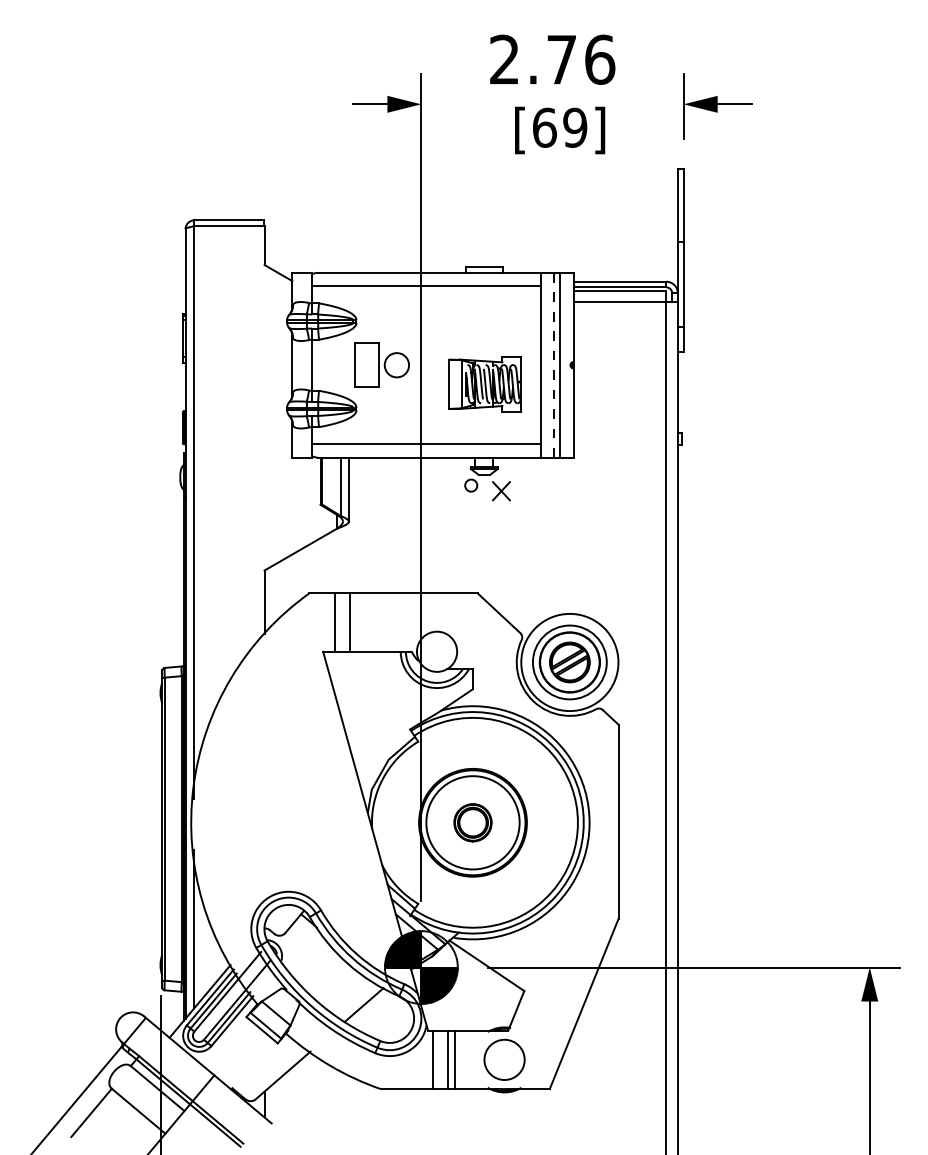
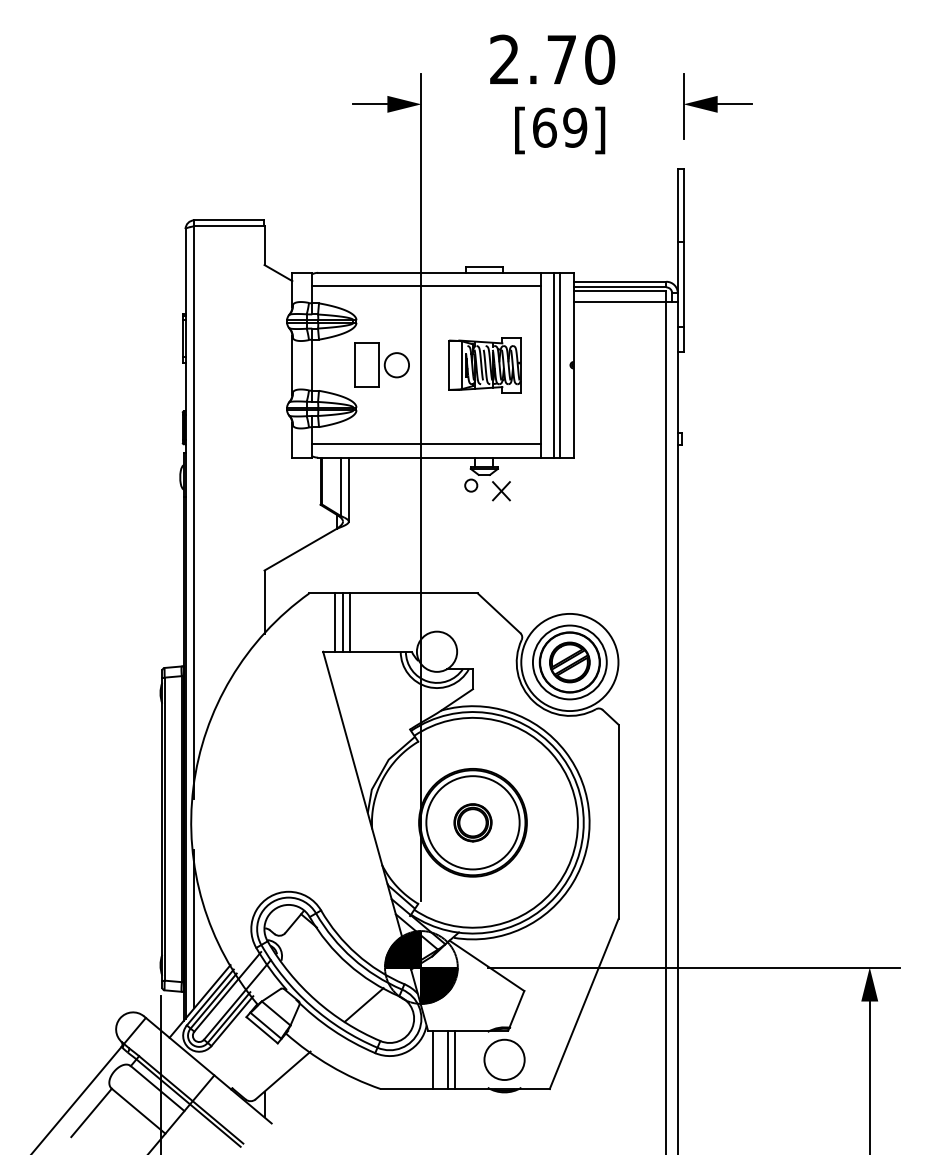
text at (600, 59): 2.76 -> 2.70
line at (554, 364): dashed -> solid
part at (484, 384) position: (484, 384) -> (484, 365)
line at (342, 622): none -> present
